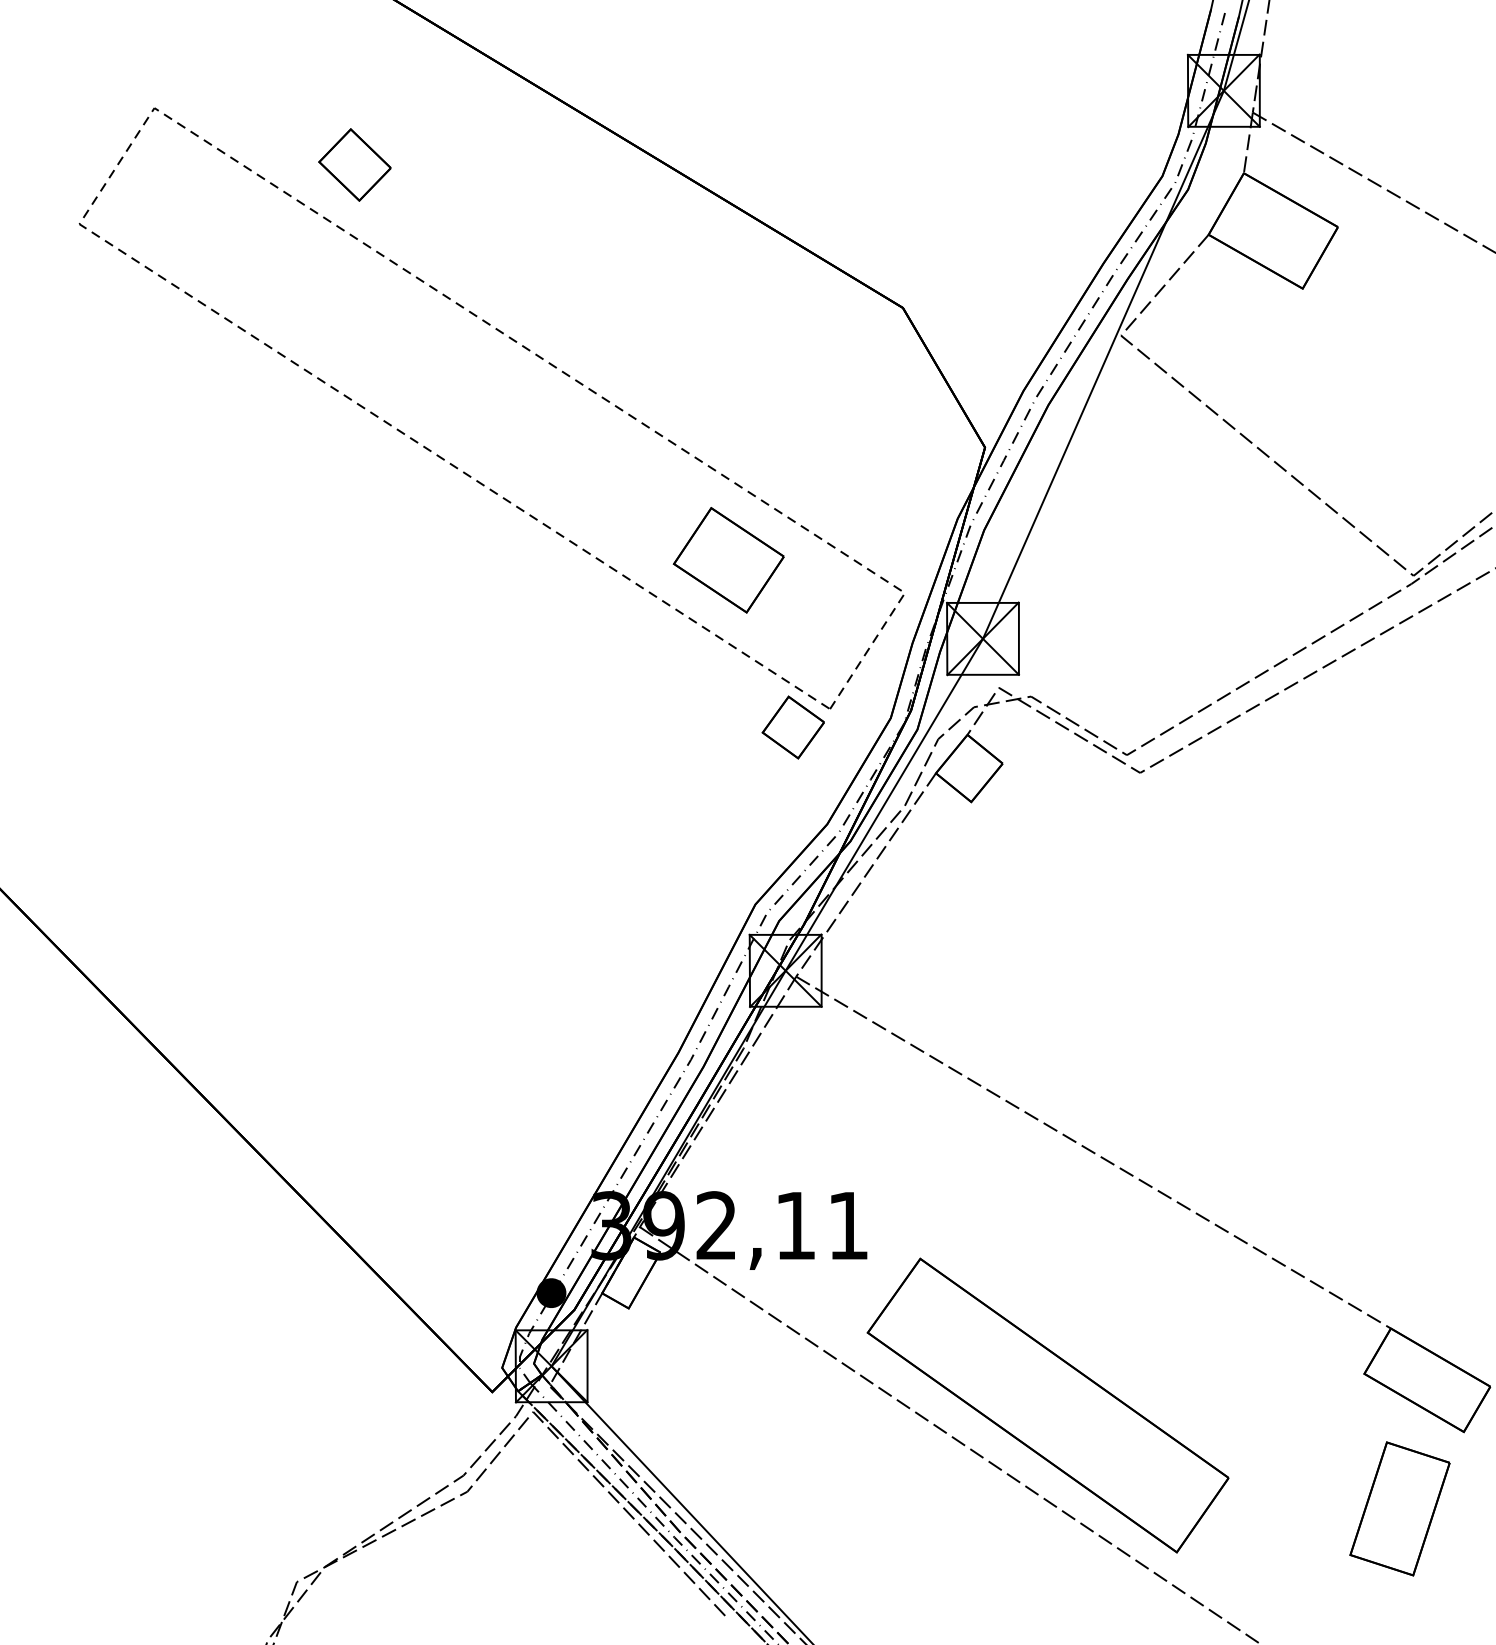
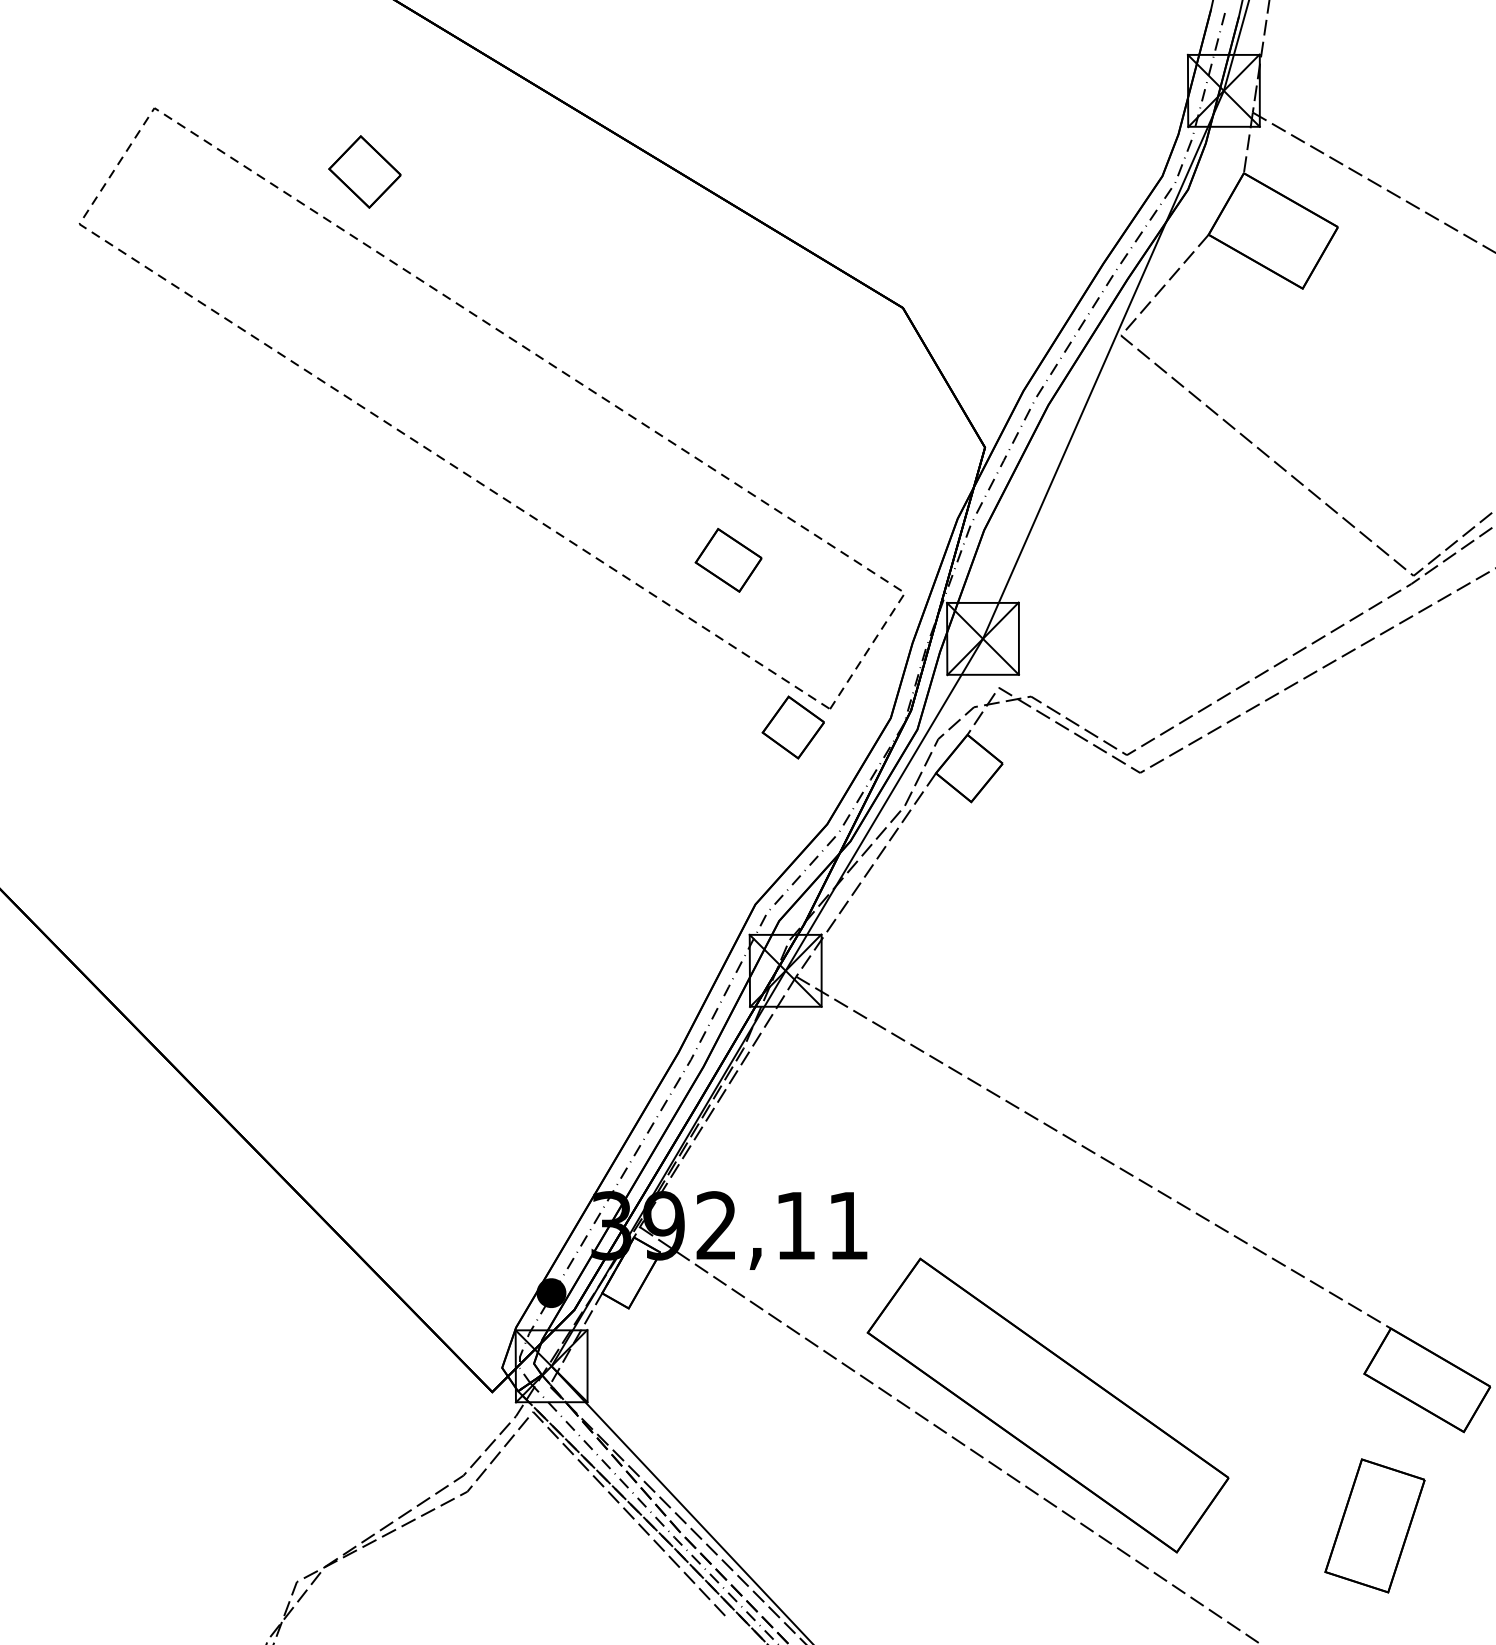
part at (354, 164) position: (354, 164) -> (364, 171)
part at (728, 560) size: 113x107 px -> 69x65 px
part at (1399, 1508) position: (1399, 1508) -> (1374, 1525)
